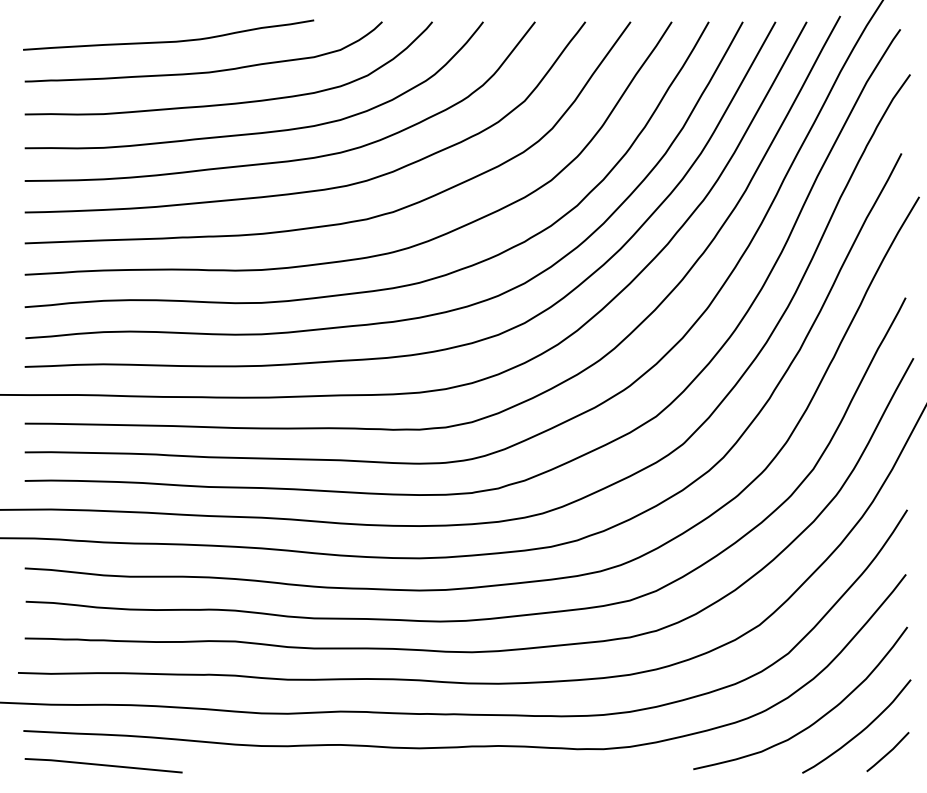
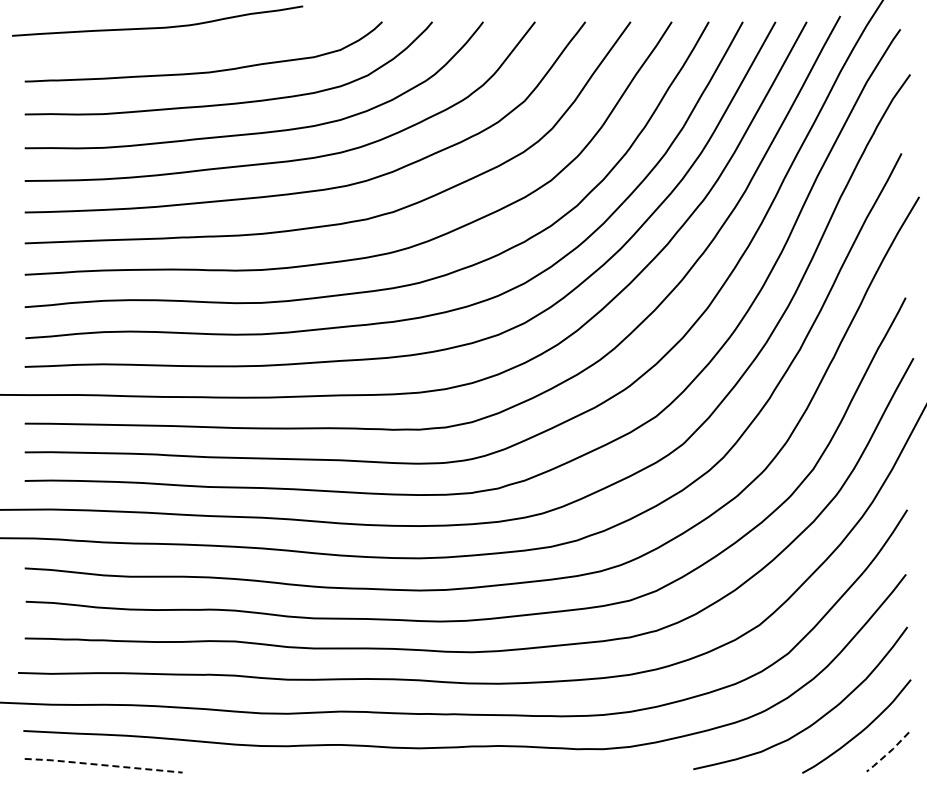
curve at (168, 41) position: (168, 41) -> (157, 27)
line at (888, 752): solid -> dashed
line at (103, 765): solid -> dashed
